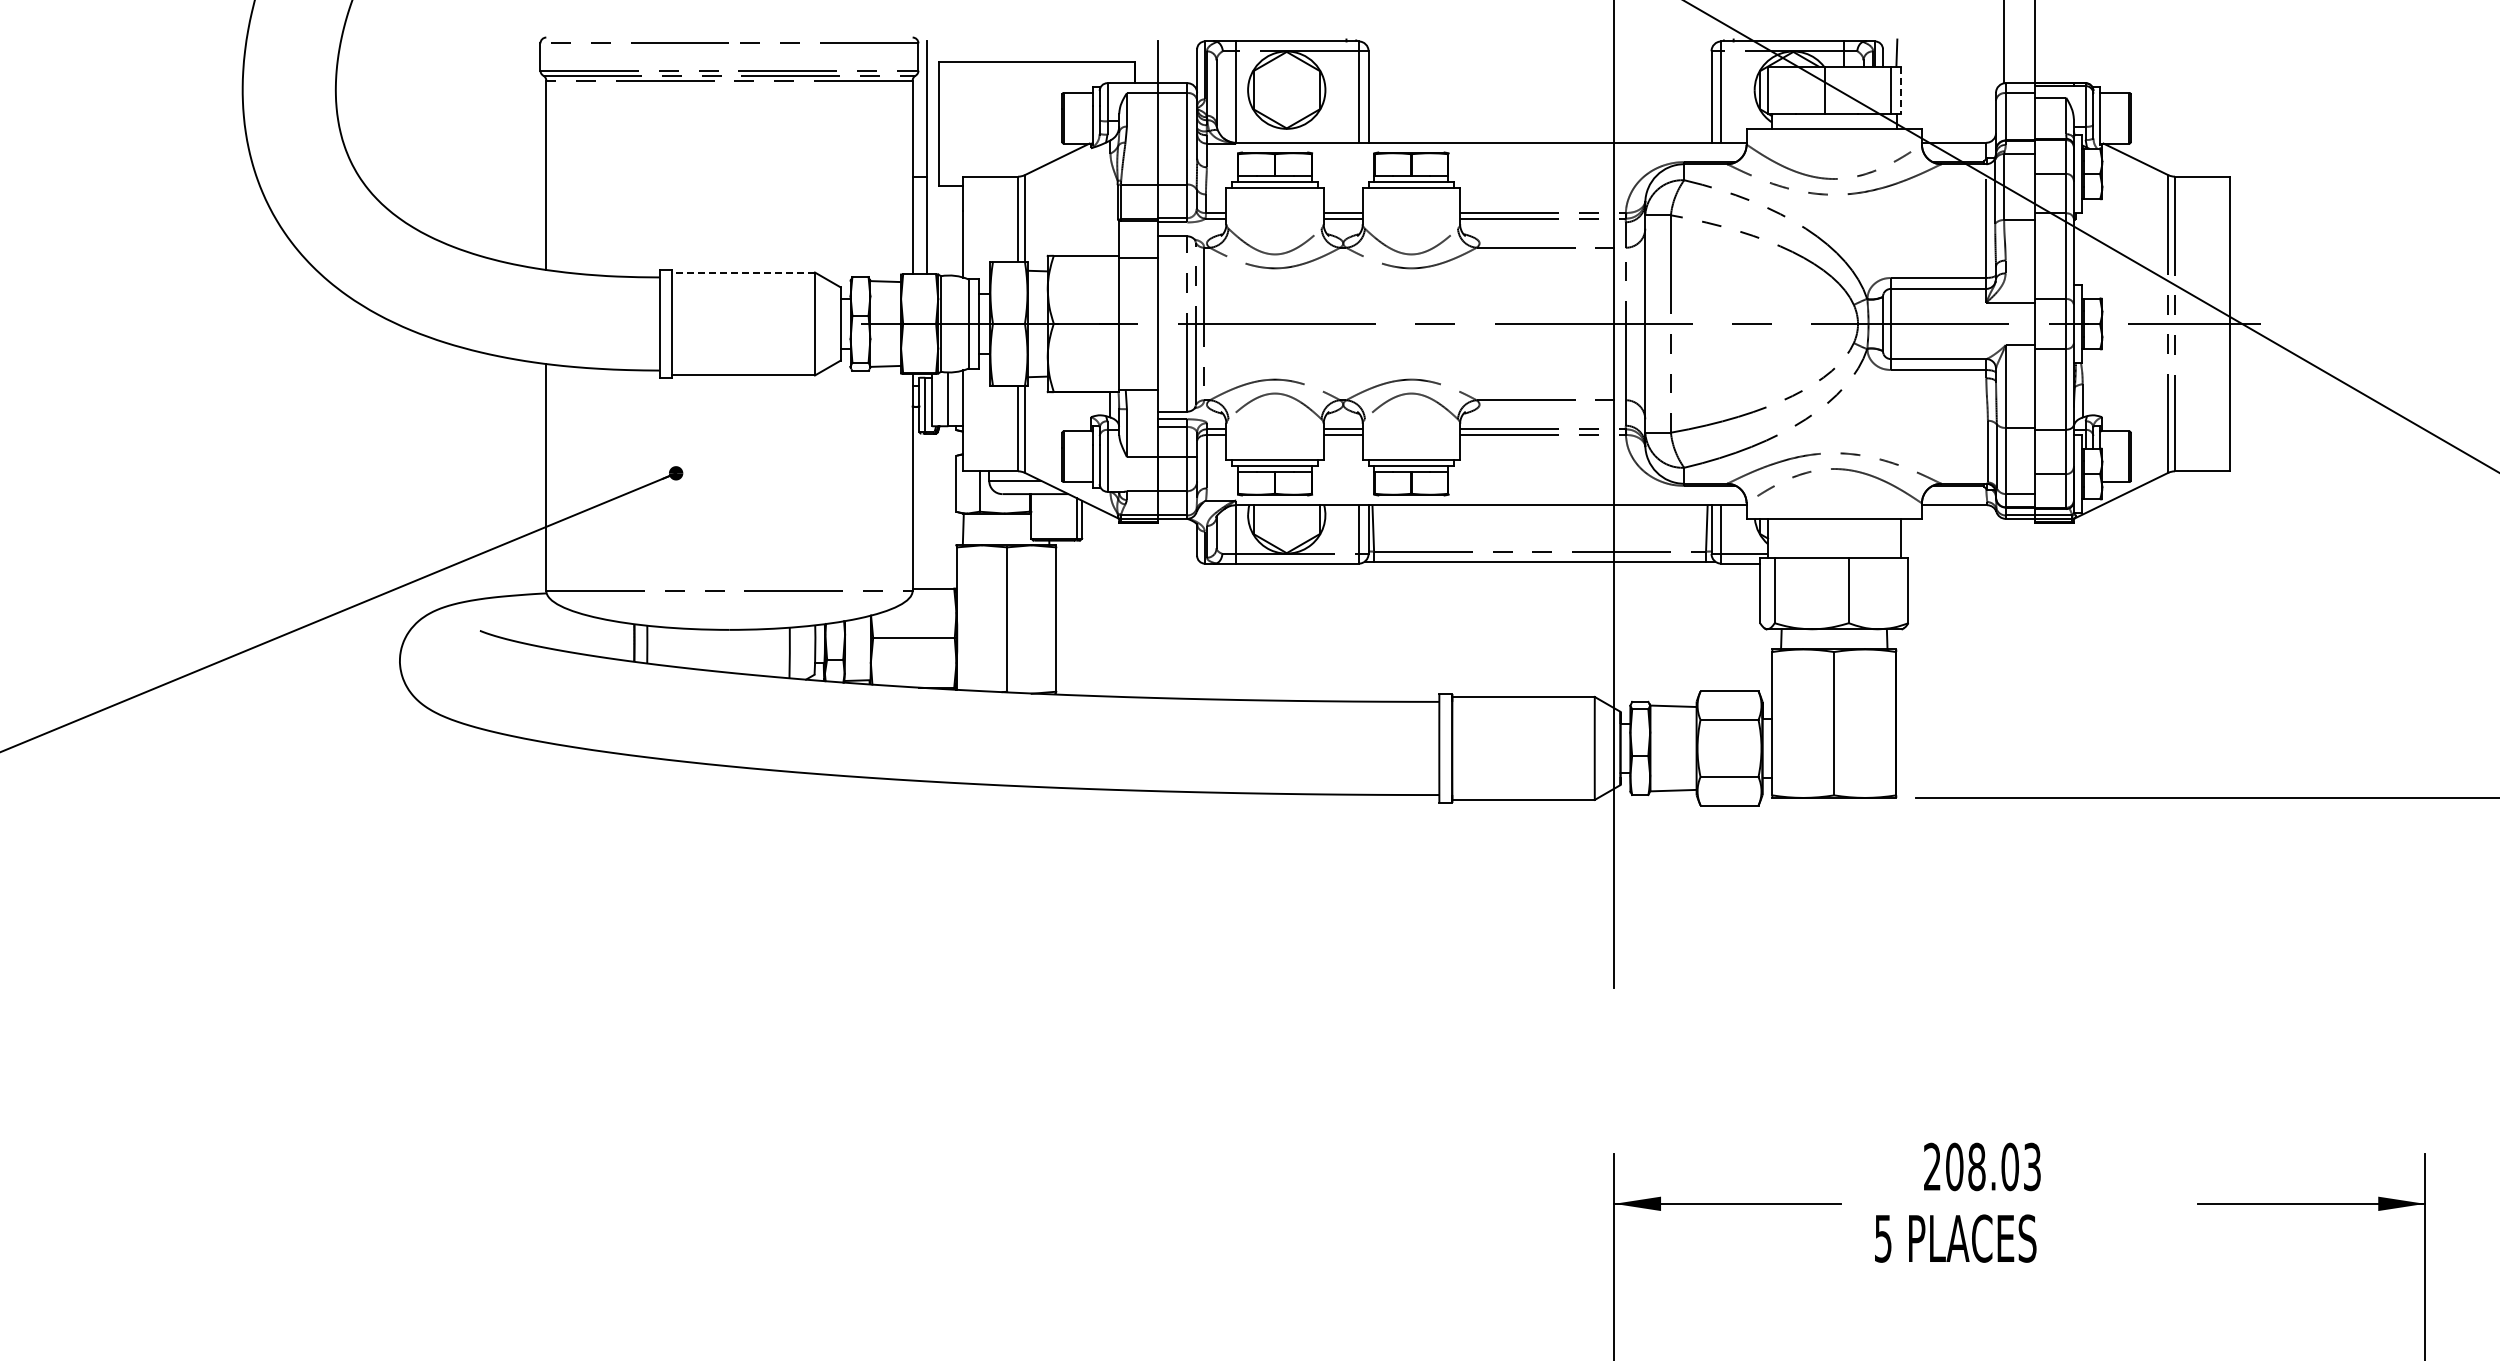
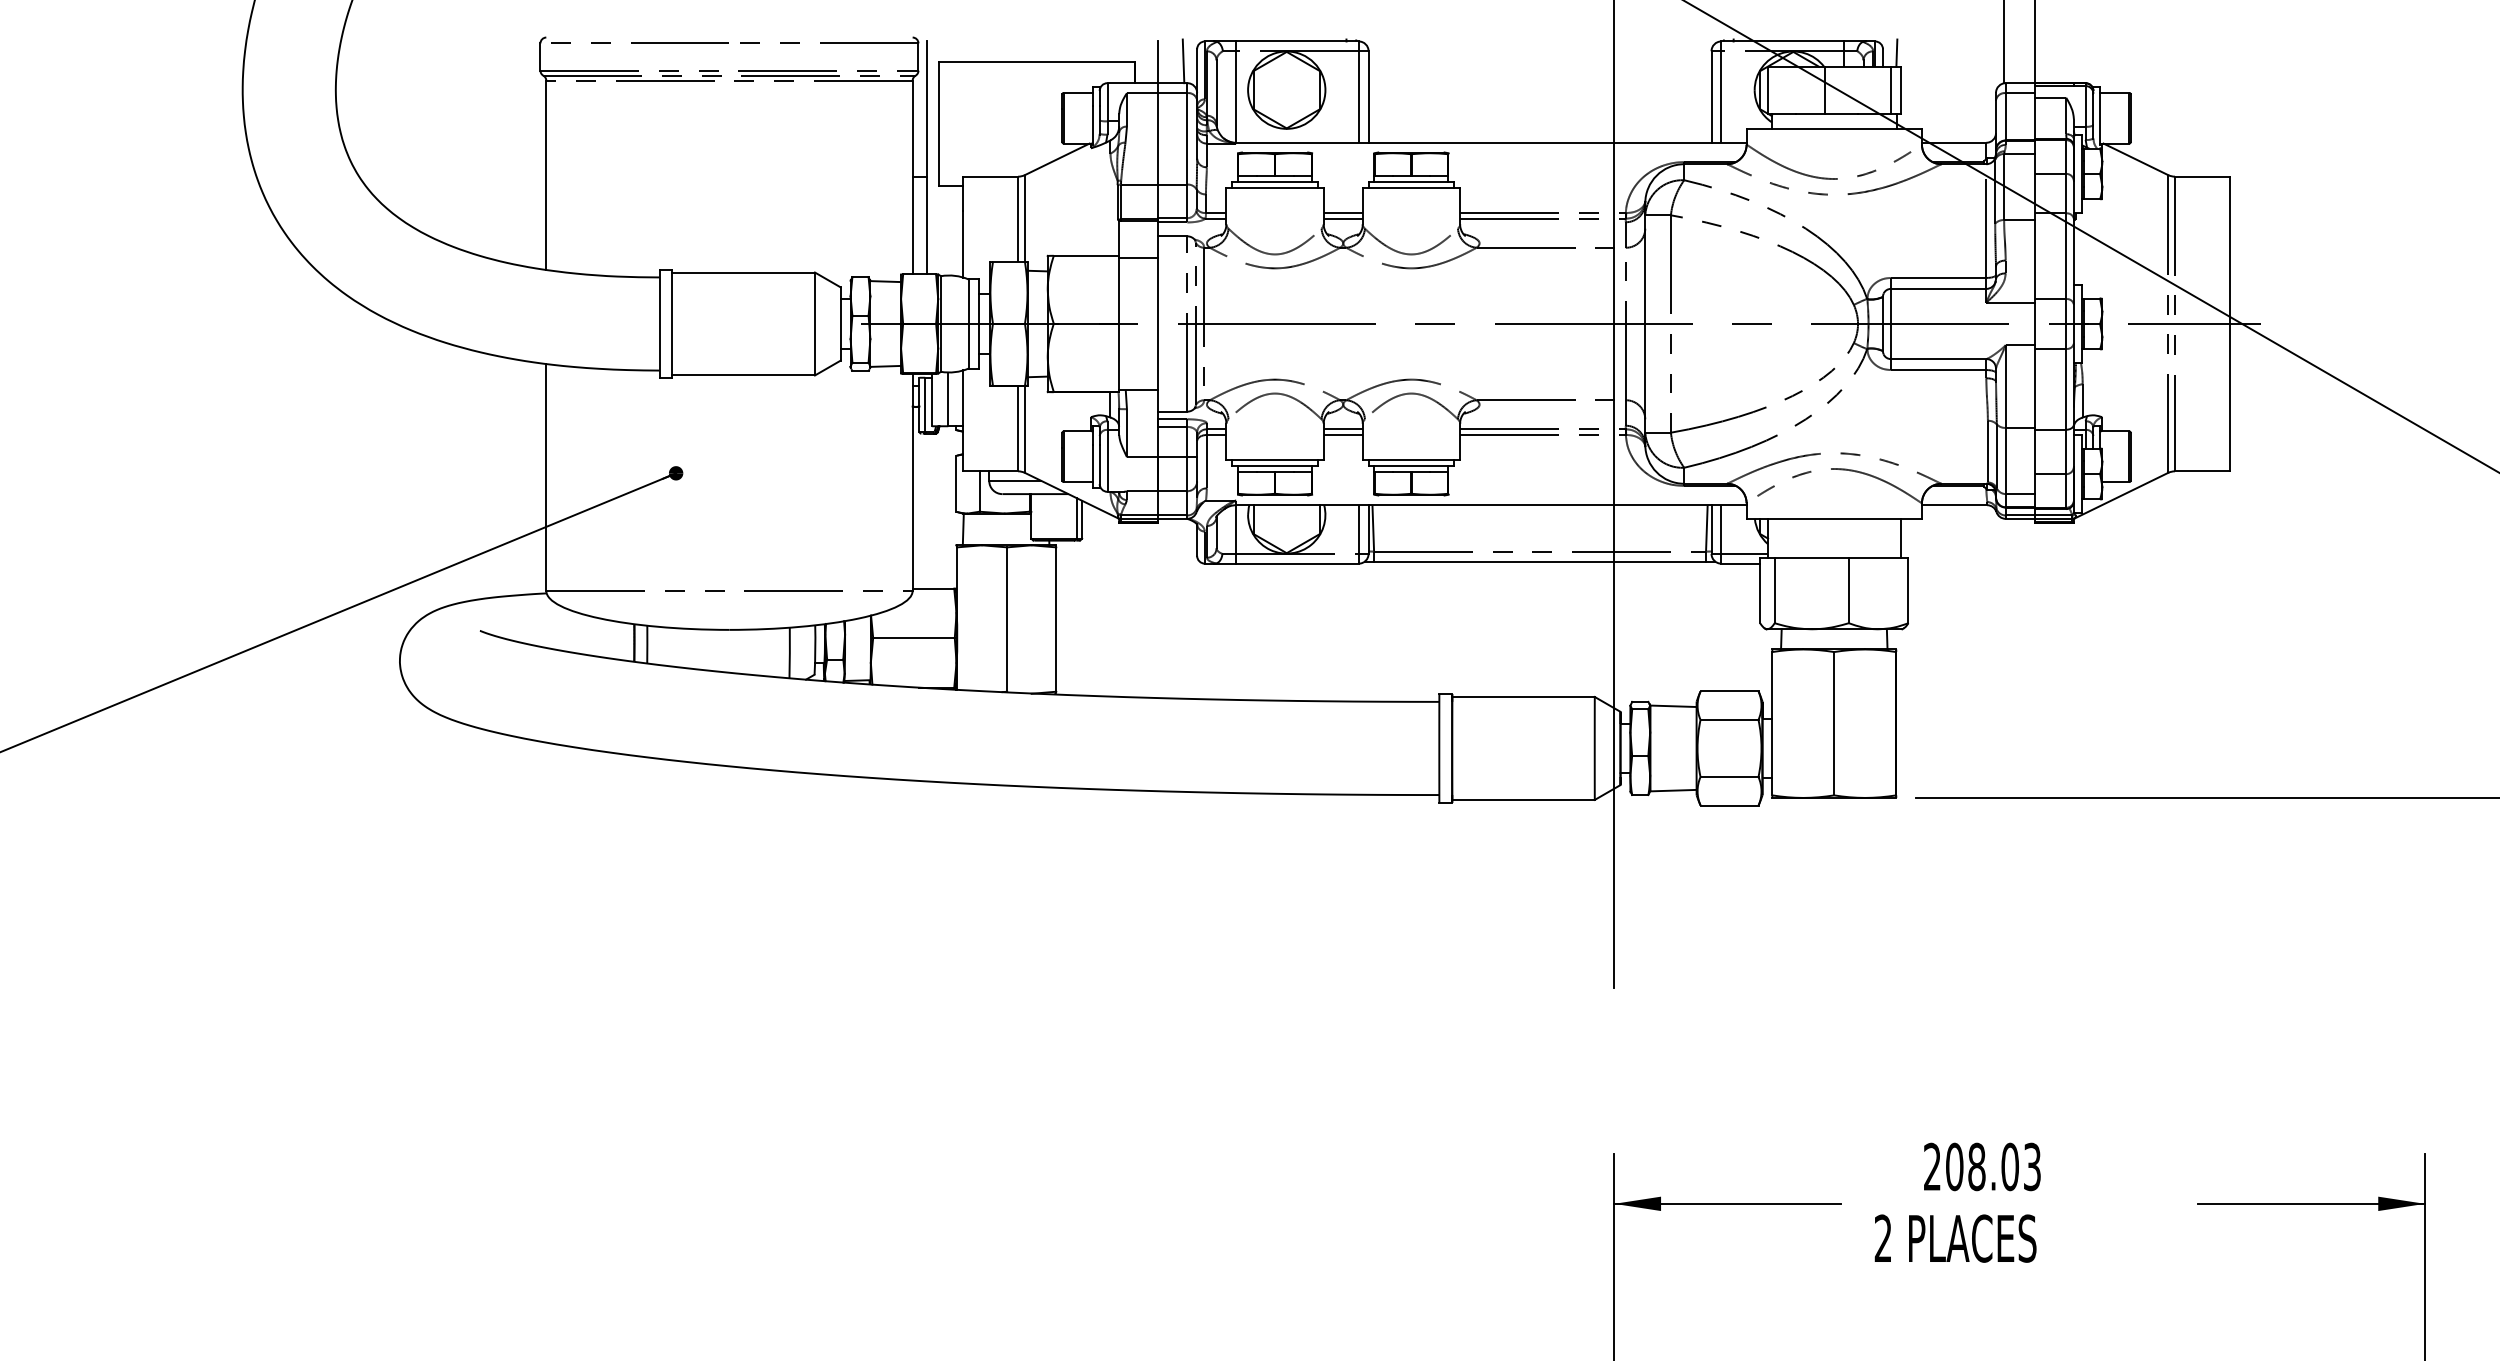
line at (1183, 61): none -> present
line at (1900, 90): dashed -> solid
line at (743, 272): dashed -> solid
text at (1882, 1238): 5 -> 2
